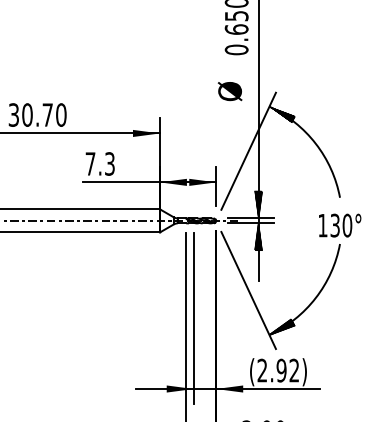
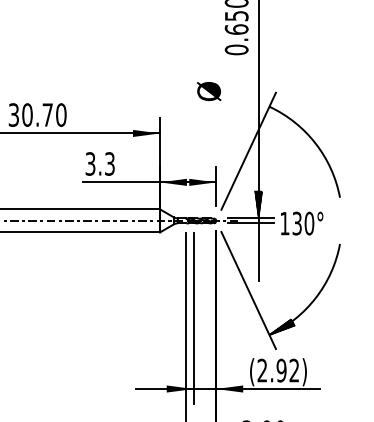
text at (229, 91) position: (229, 91) -> (208, 91)
hatch at (281, 114): present -> none
text at (90, 163): 7.3 -> 3.3
text at (340, 225) position: (340, 225) -> (302, 223)
hatch at (258, 236): present -> none
